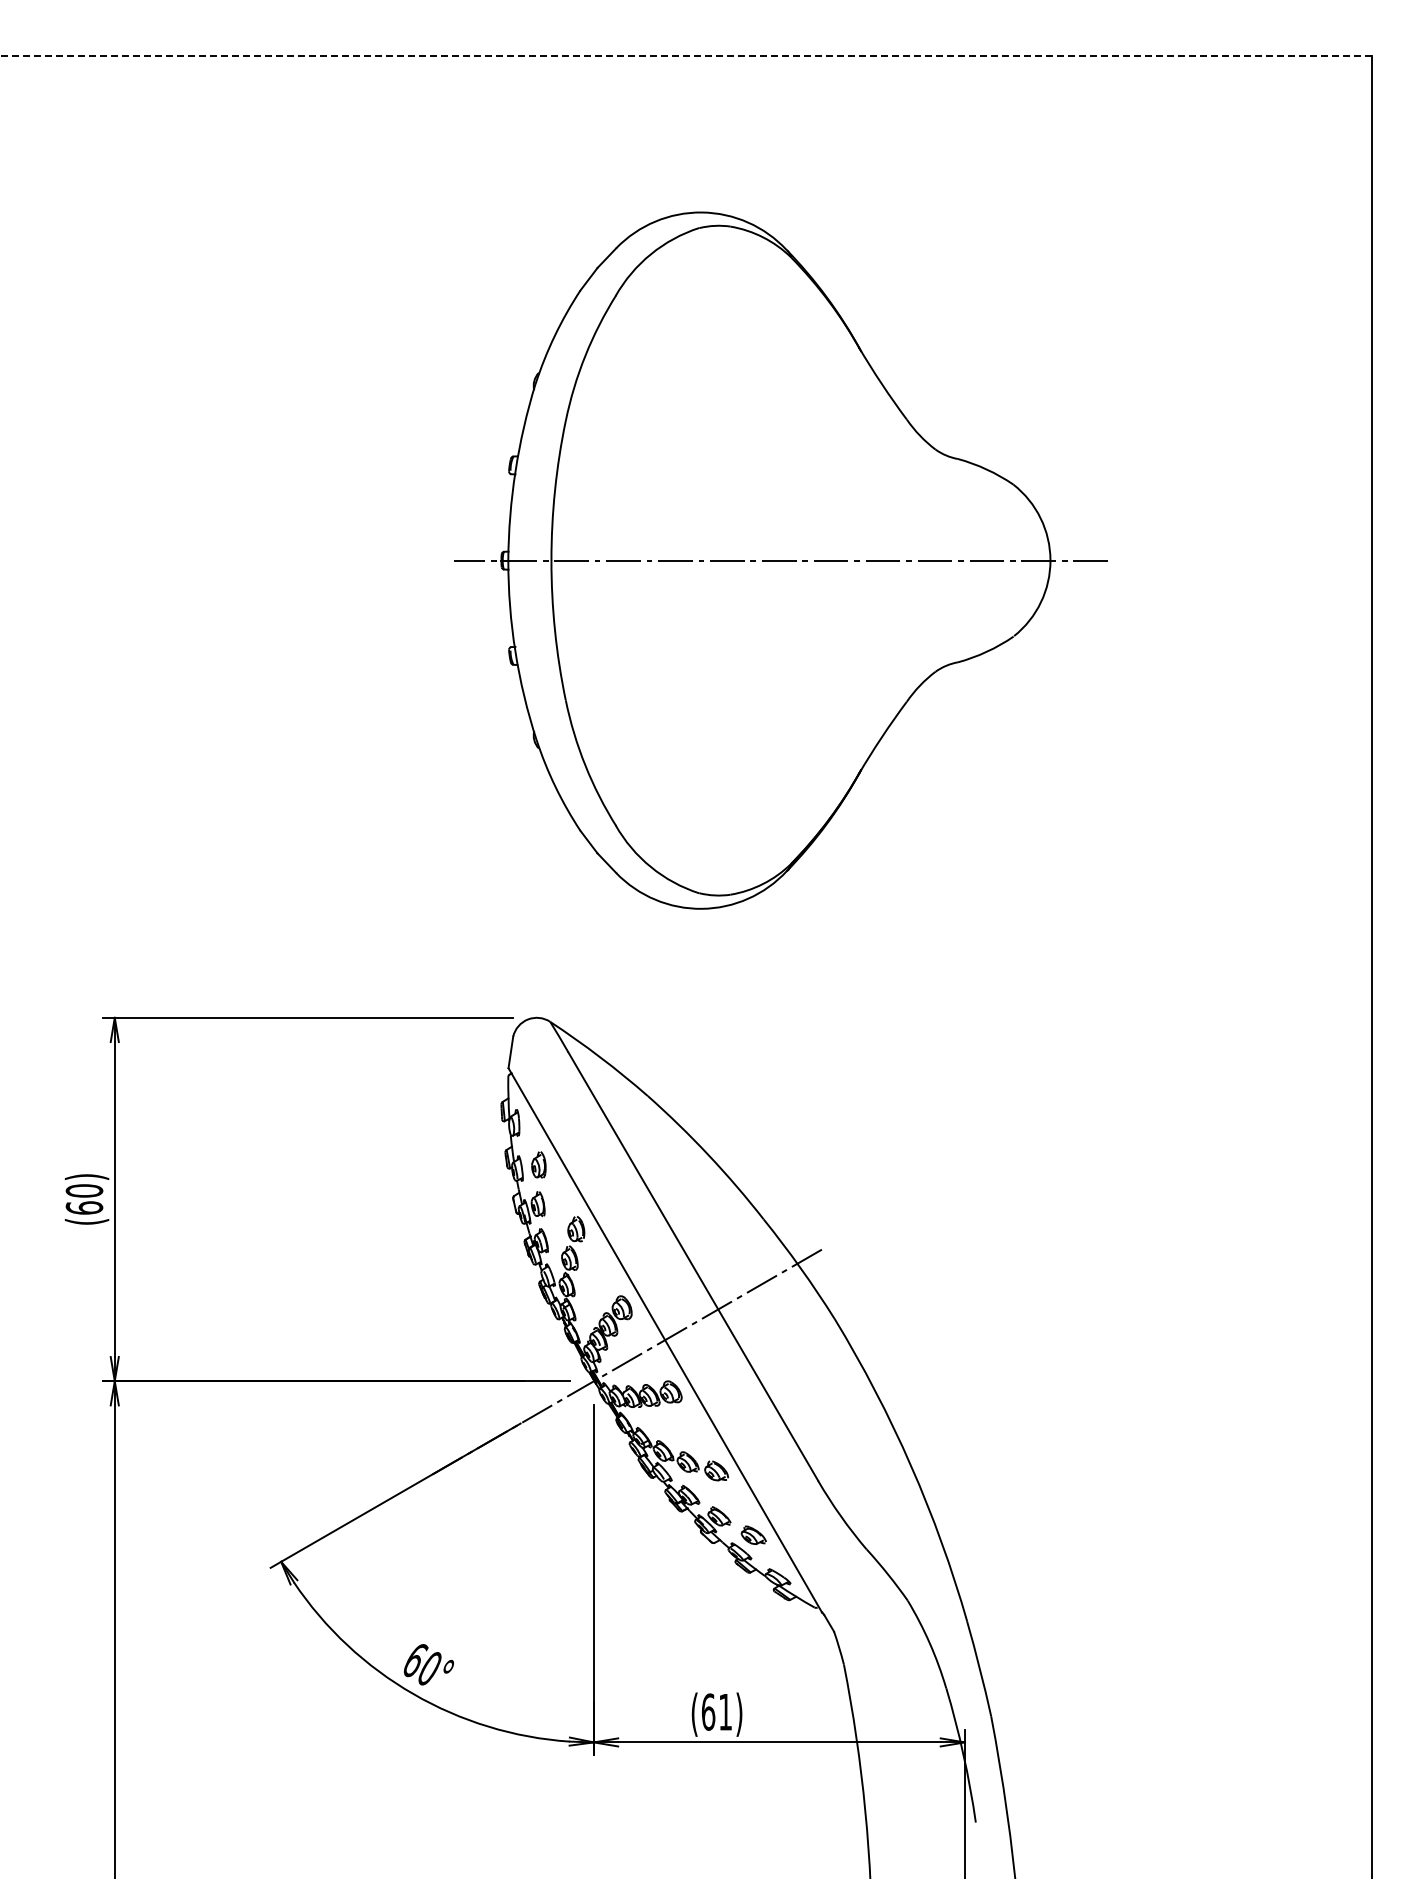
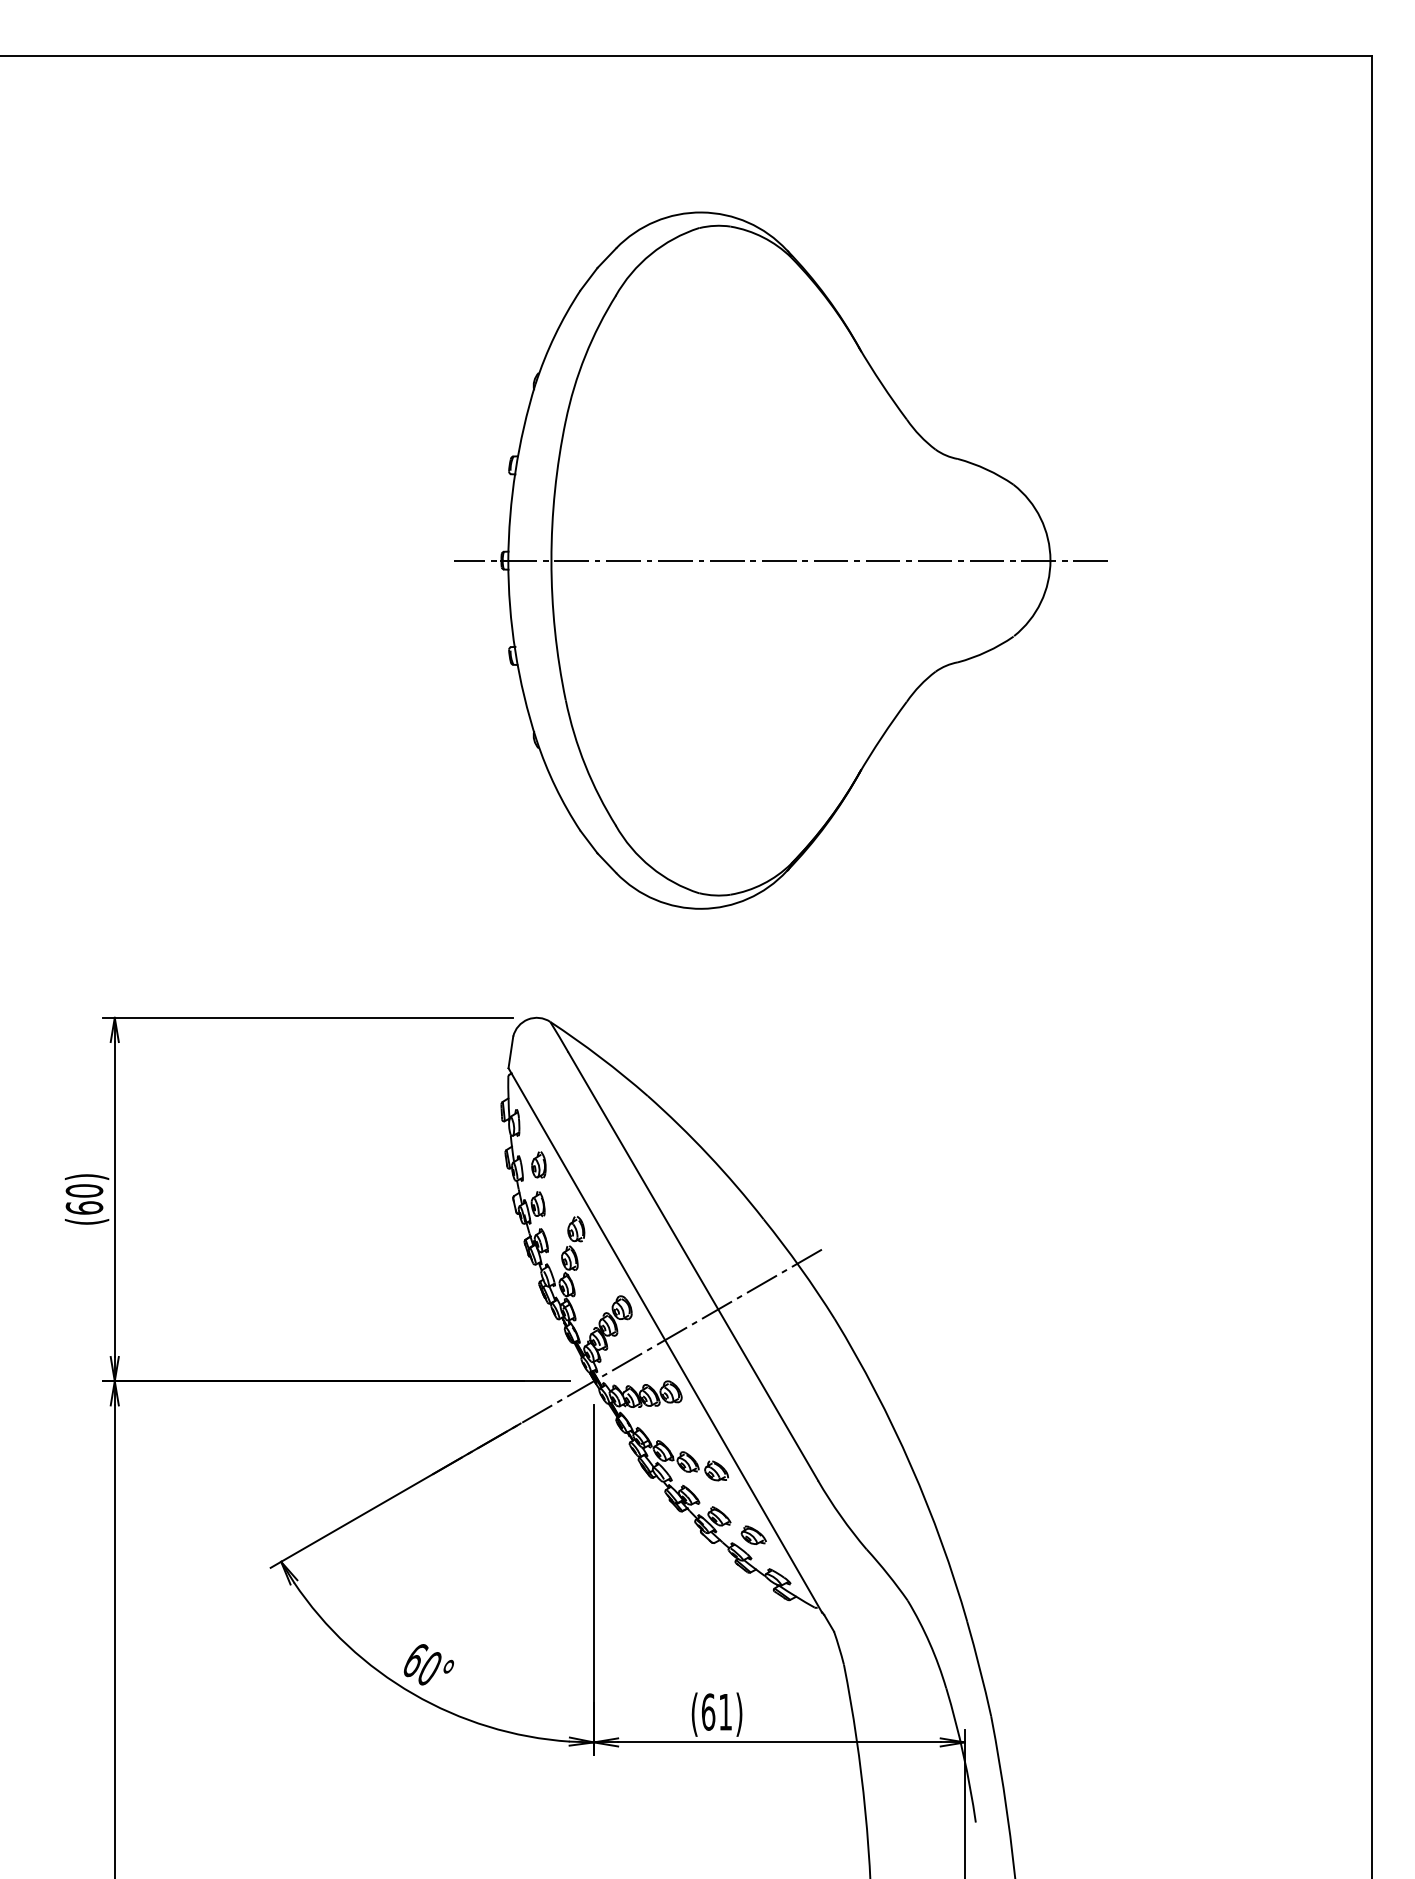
line at (686, 56): dashed -> solid
